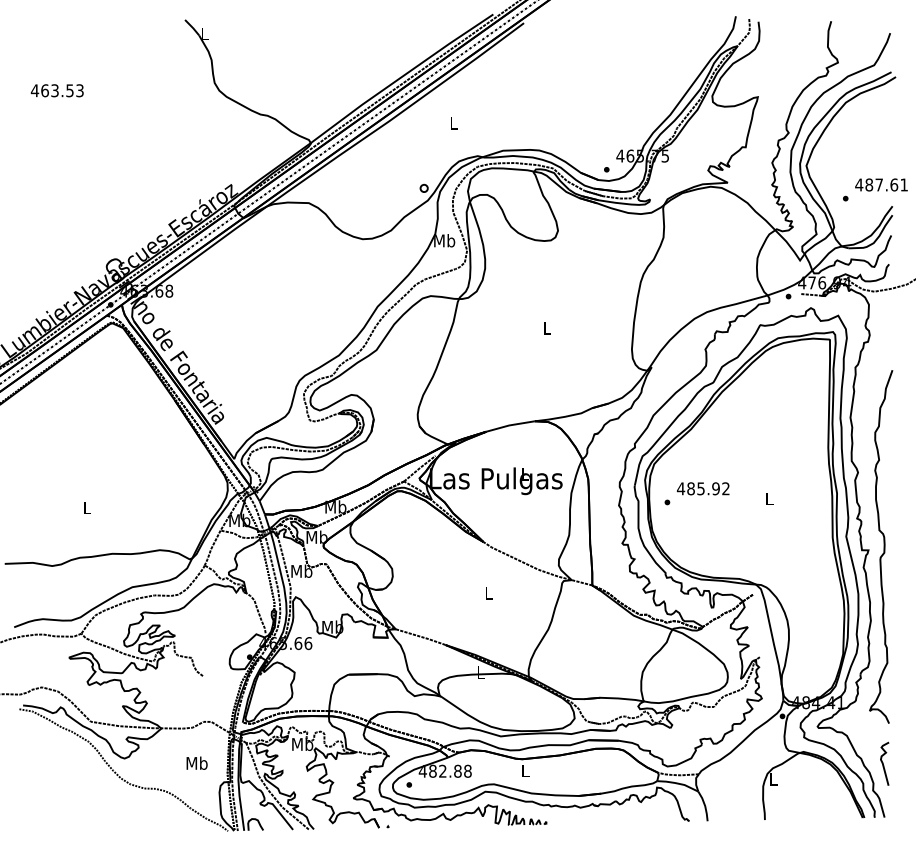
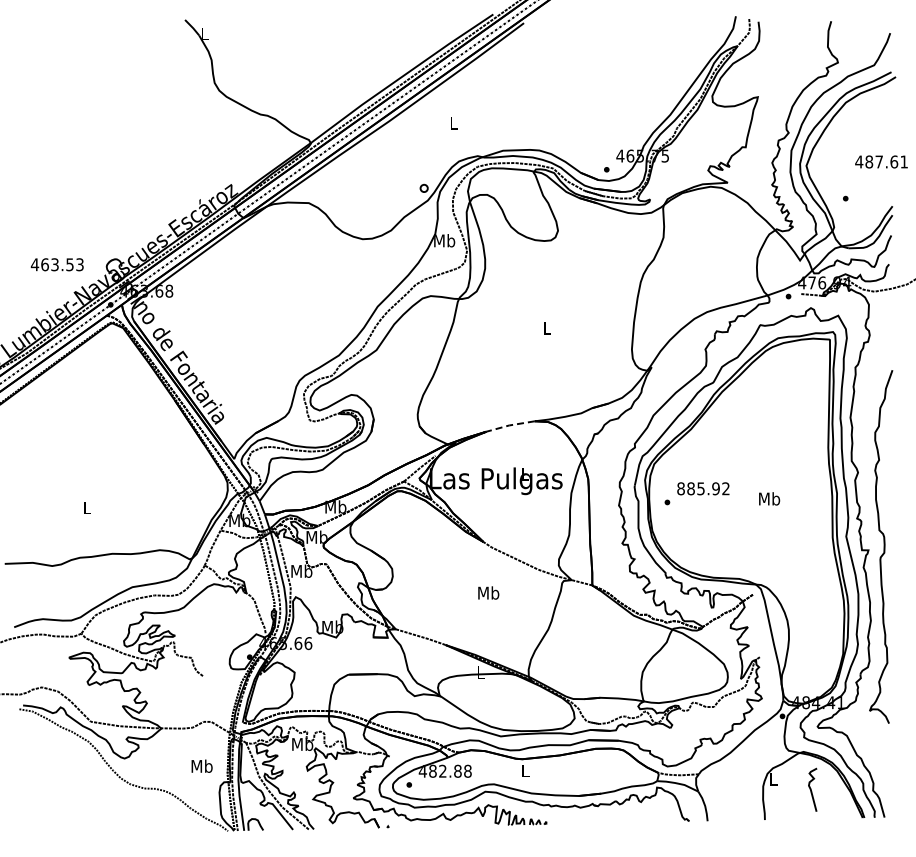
text at (56, 90) position: (56, 90) -> (56, 264)
text at (881, 184) position: (881, 184) -> (881, 161)
line at (509, 425): solid -> dashed
text at (680, 488): 485.92 -> 885.92
text at (769, 498): L -> Mb
text at (488, 592): L -> Mb
text at (196, 762) position: (196, 762) -> (201, 765)
curve at (883, 763) position: (883, 763) -> (811, 789)
